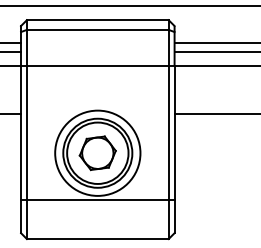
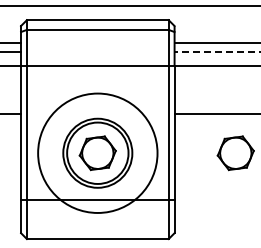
line at (217, 52): solid -> dashed
circle at (97, 152) diameter: 85 px -> 119 px
part at (235, 153): none -> present
